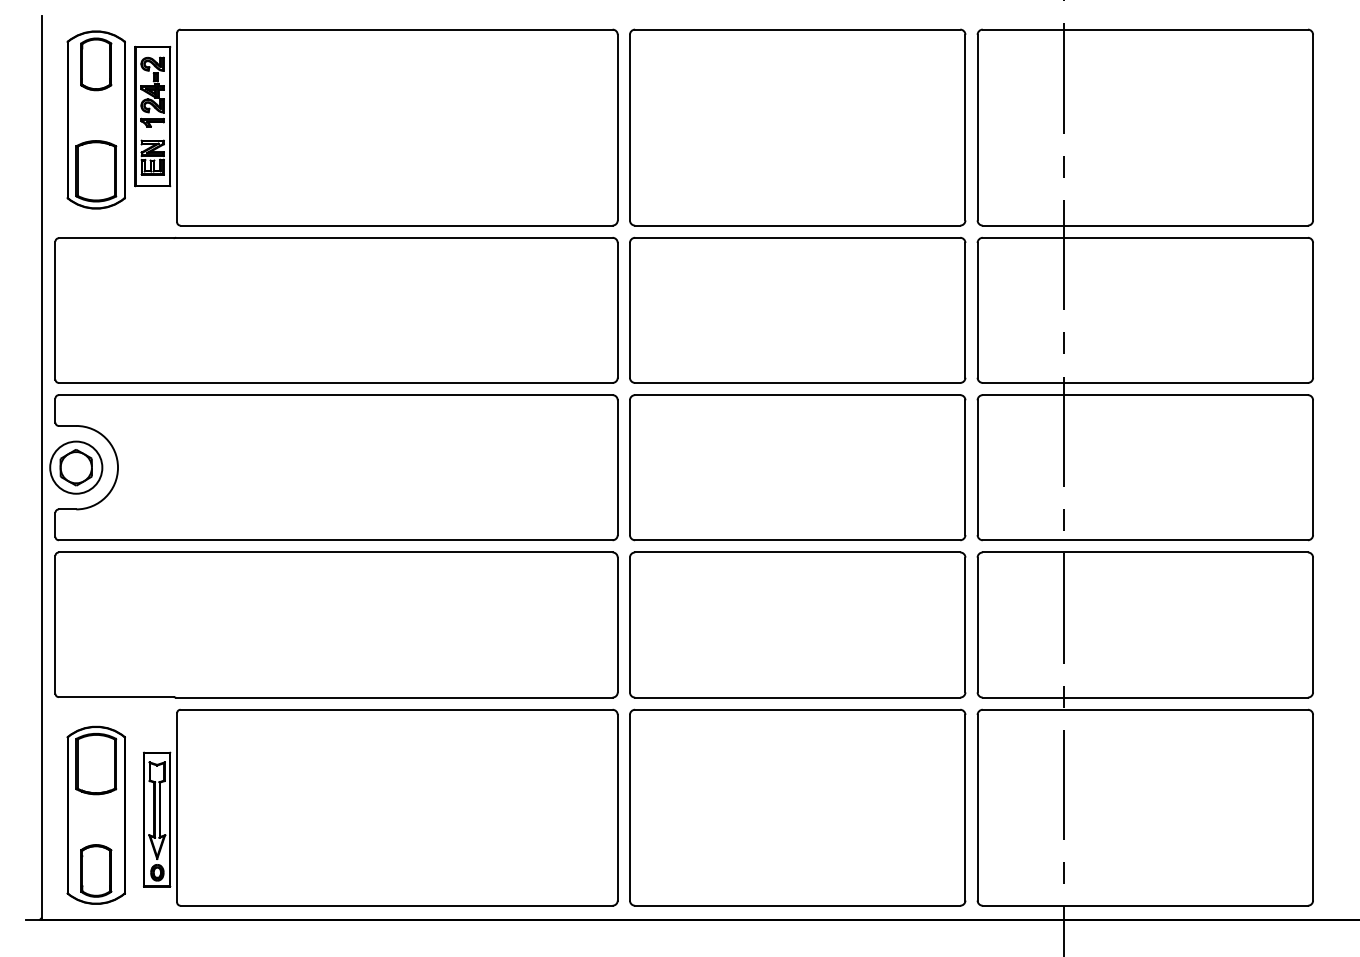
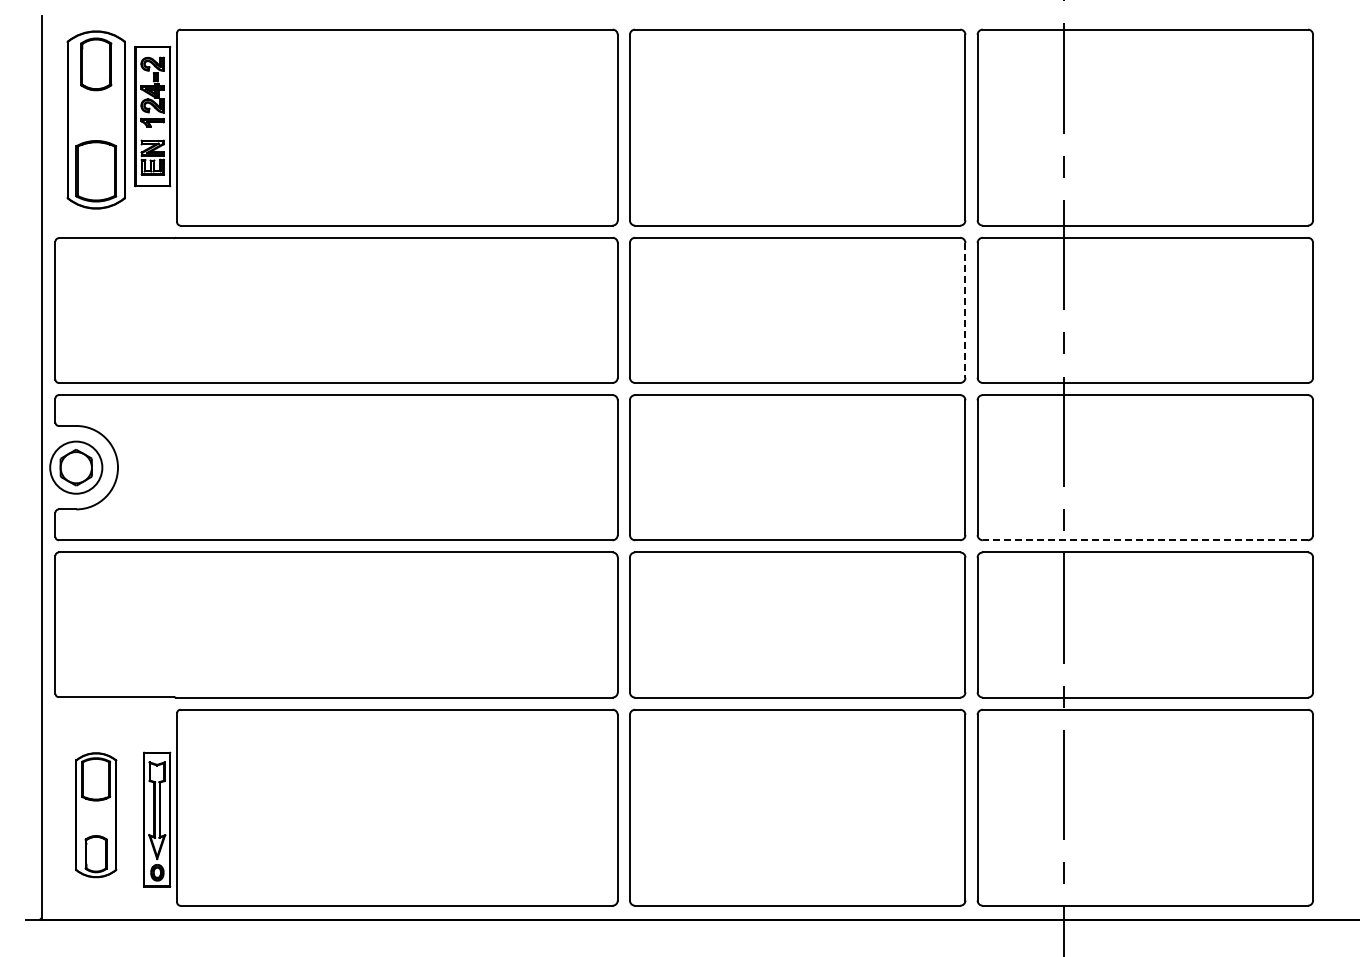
line at (965, 310): solid -> dashed
line at (1145, 540): solid -> dashed
part at (95, 814) size: 60x180 px -> 43x127 px
